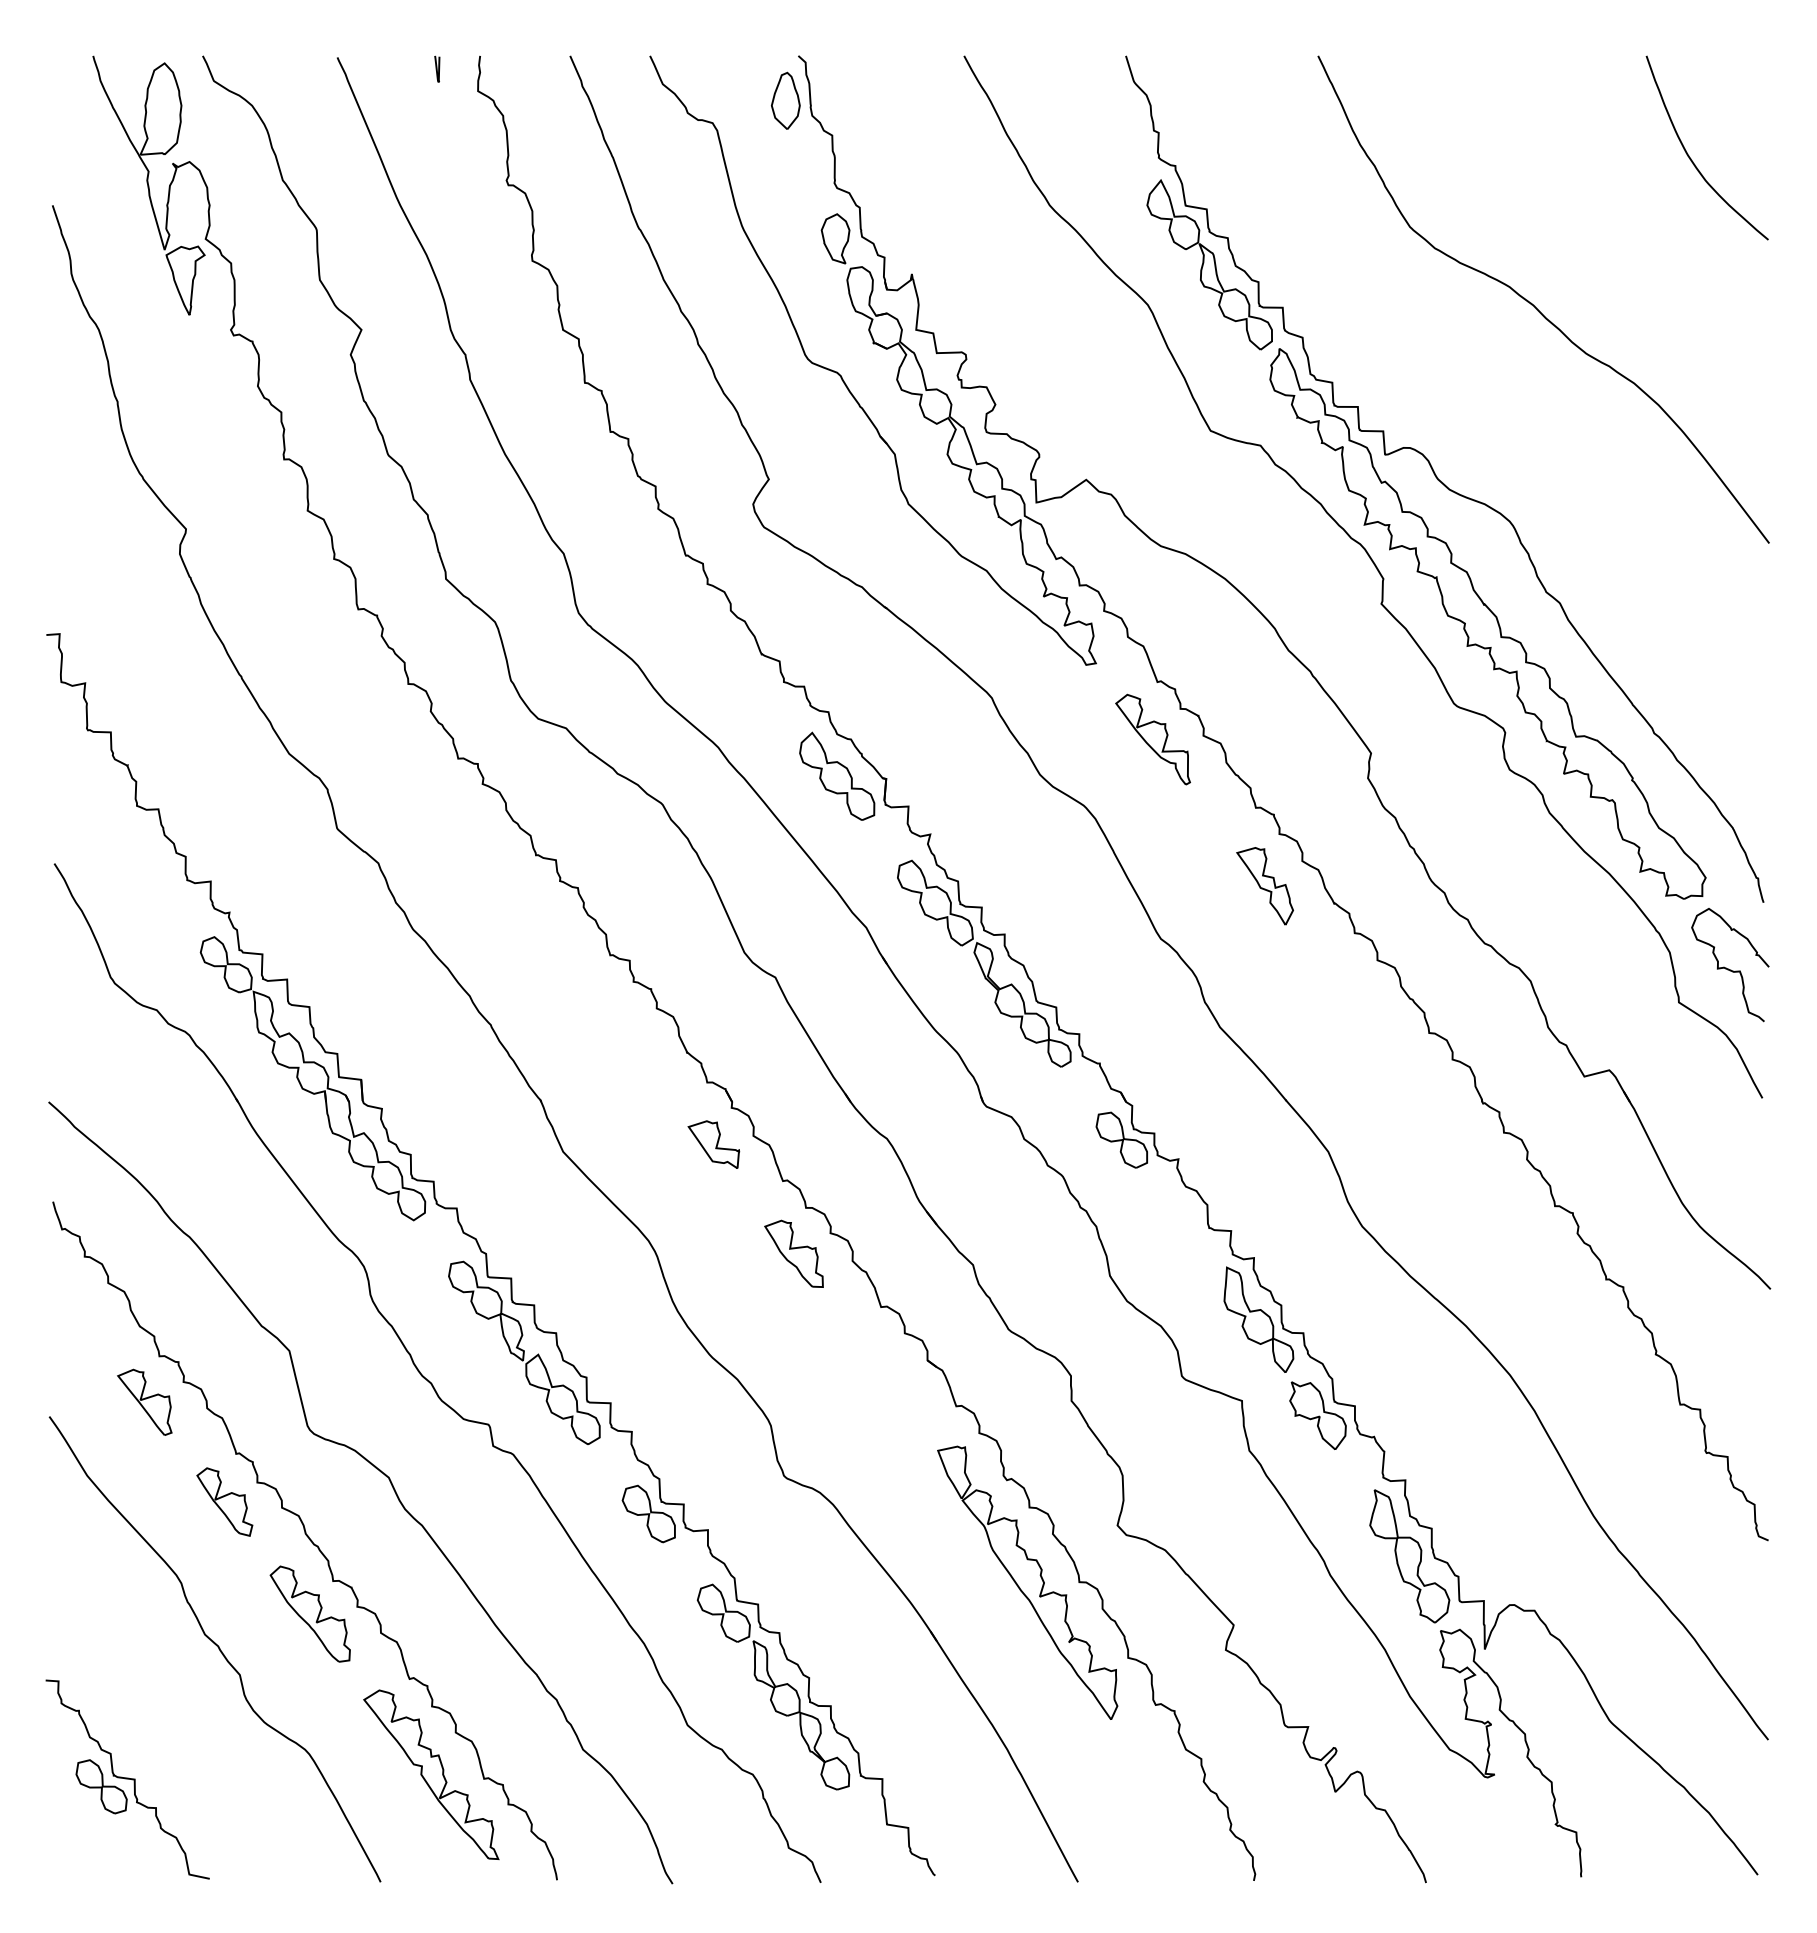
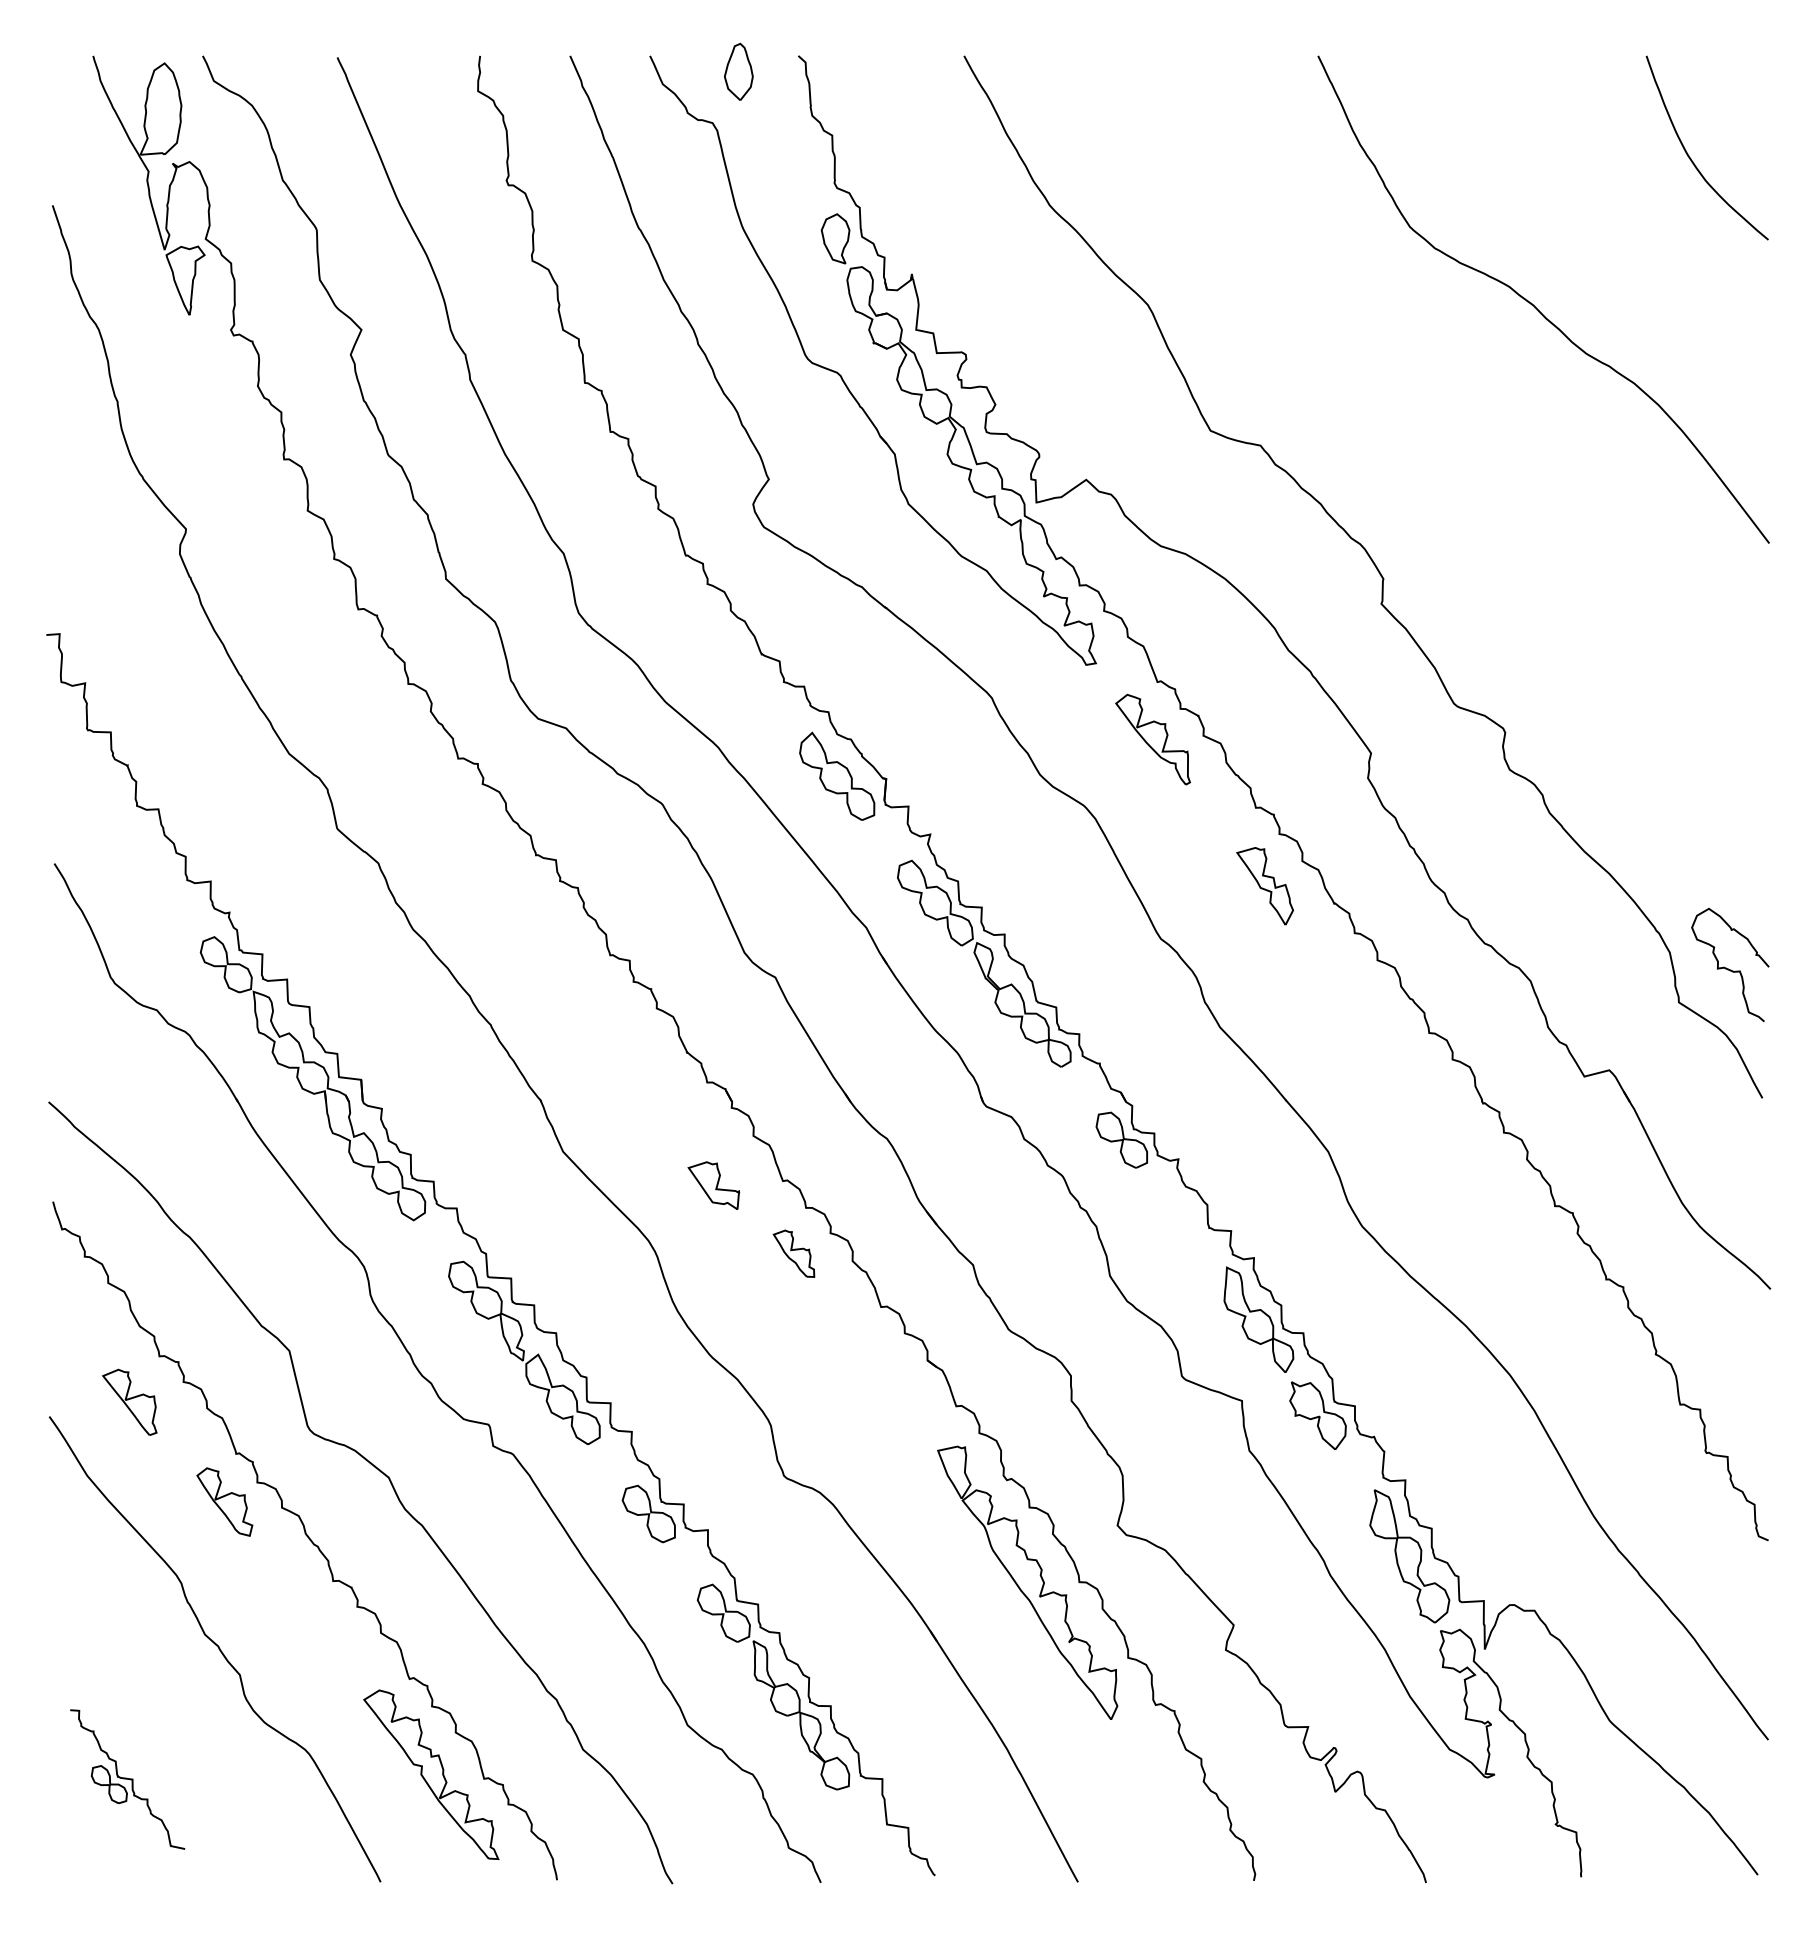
curve at (437, 68): present -> none
part at (785, 100) position: (785, 100) -> (738, 71)
part at (1444, 478): present -> none
part at (713, 1144) position: (713, 1144) -> (713, 1185)
part at (793, 1253) size: 60x69 px -> 44x49 px
part at (144, 1401) position: (144, 1401) -> (129, 1401)
part at (309, 1613): present -> none
part at (127, 1779) size: 165x201 px -> 116x141 px
